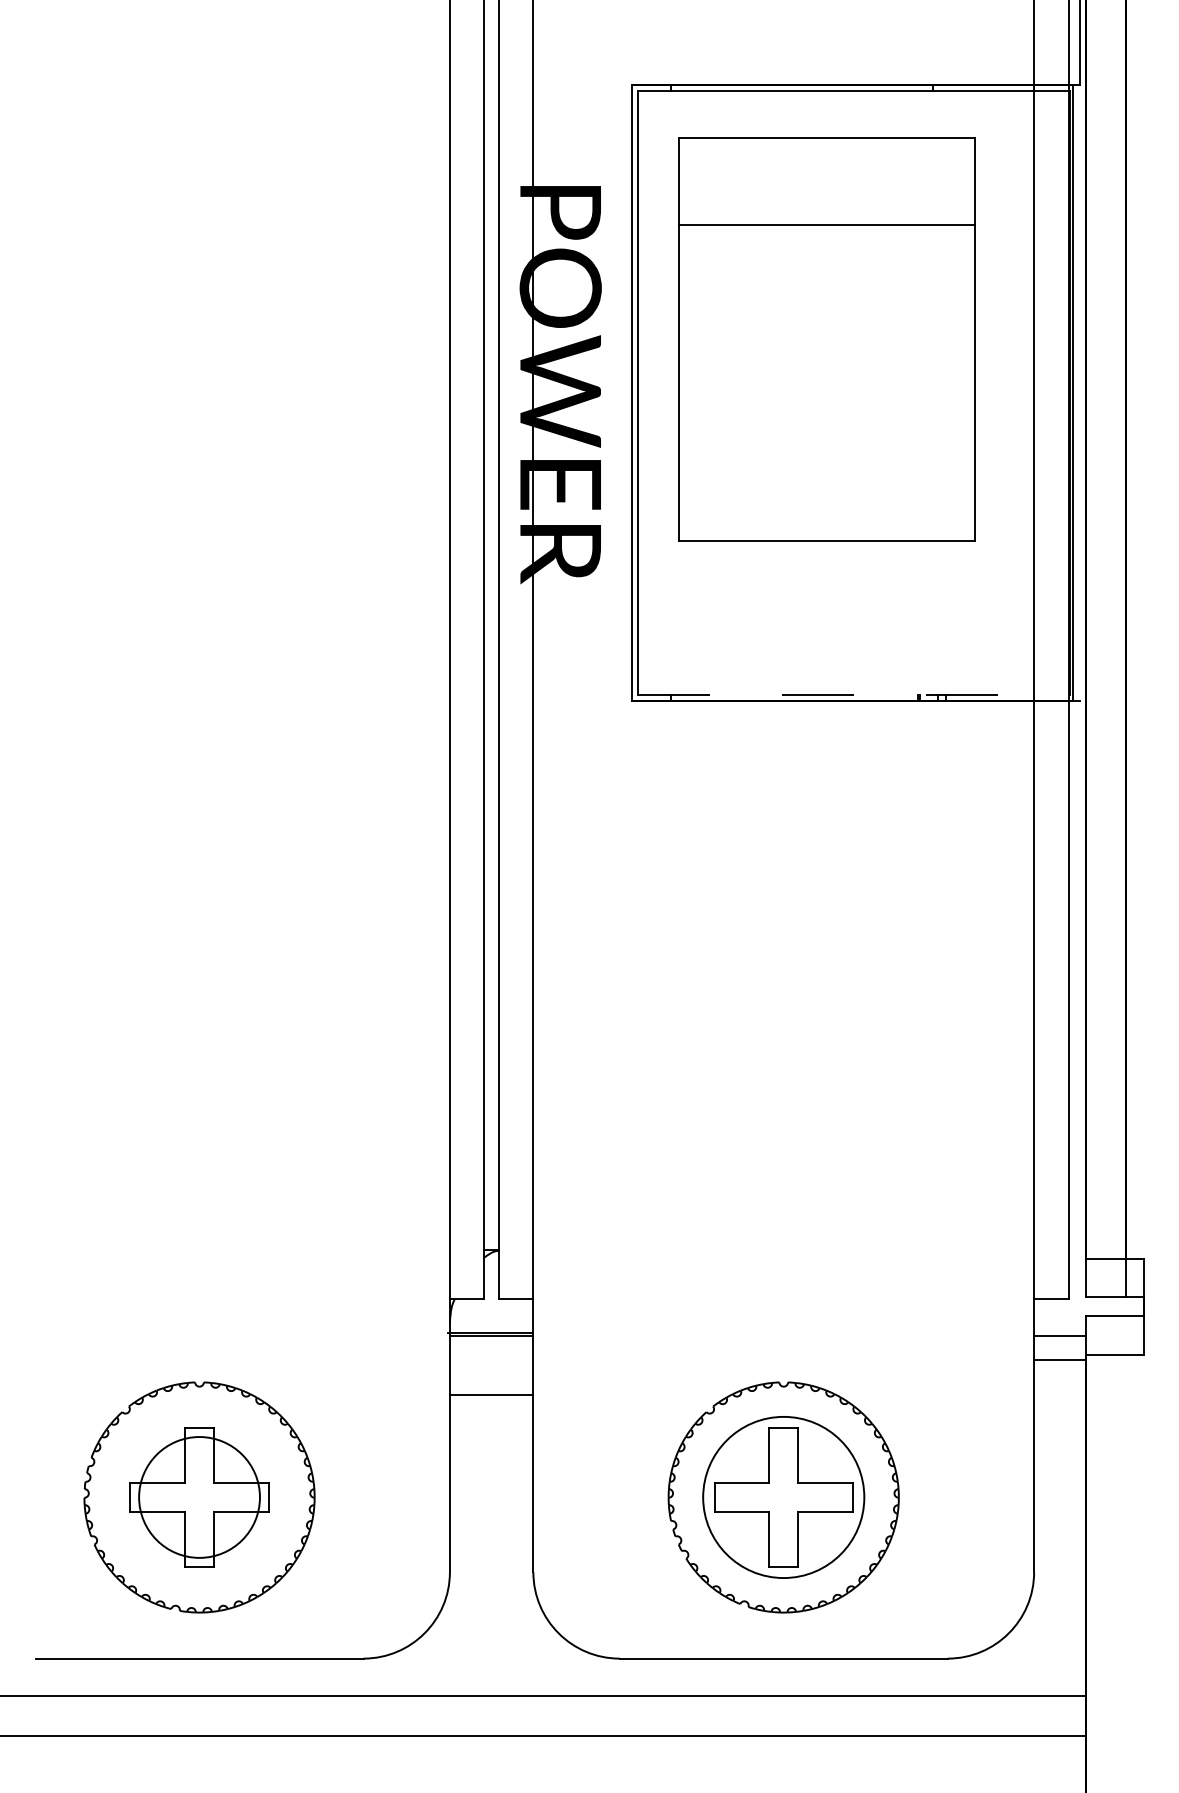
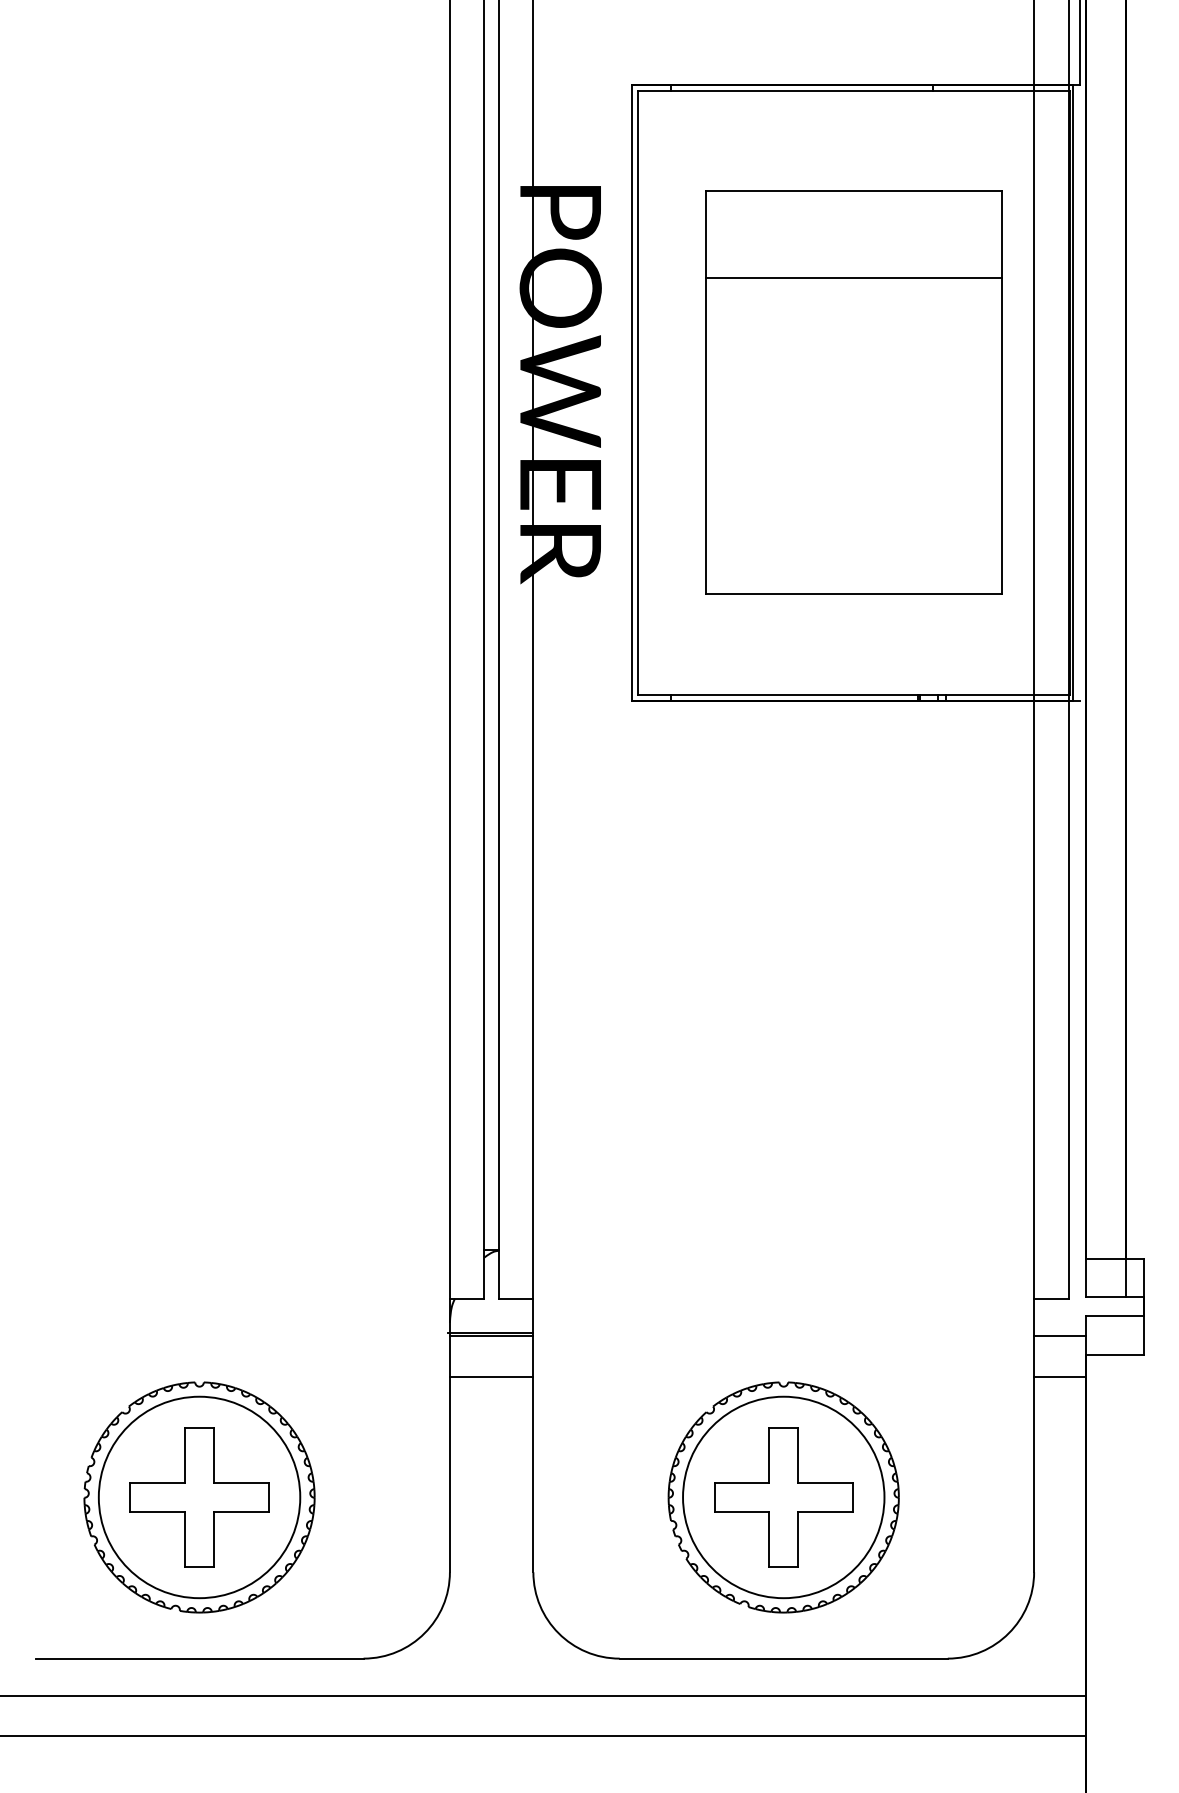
part at (826, 339) position: (826, 339) -> (853, 392)
line at (853, 695): dashed -> solid
line at (1059, 1359) position: (1059, 1359) -> (1059, 1376)
line at (491, 1394) position: (491, 1394) -> (491, 1376)
circle at (199, 1497) diameter: 121 px -> 201 px
circle at (783, 1497) diameter: 161 px -> 201 px
